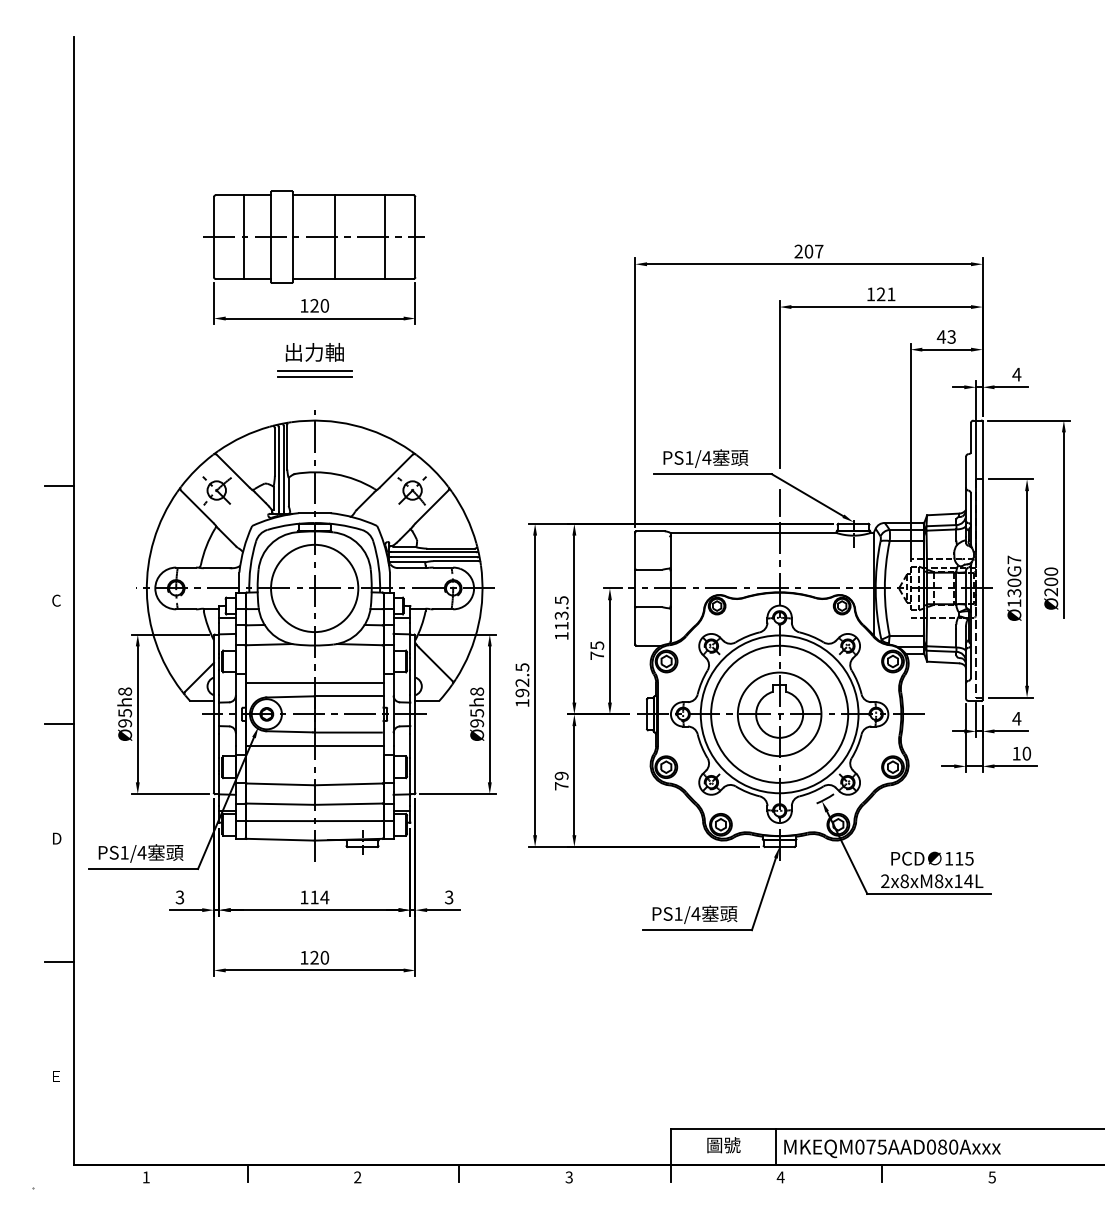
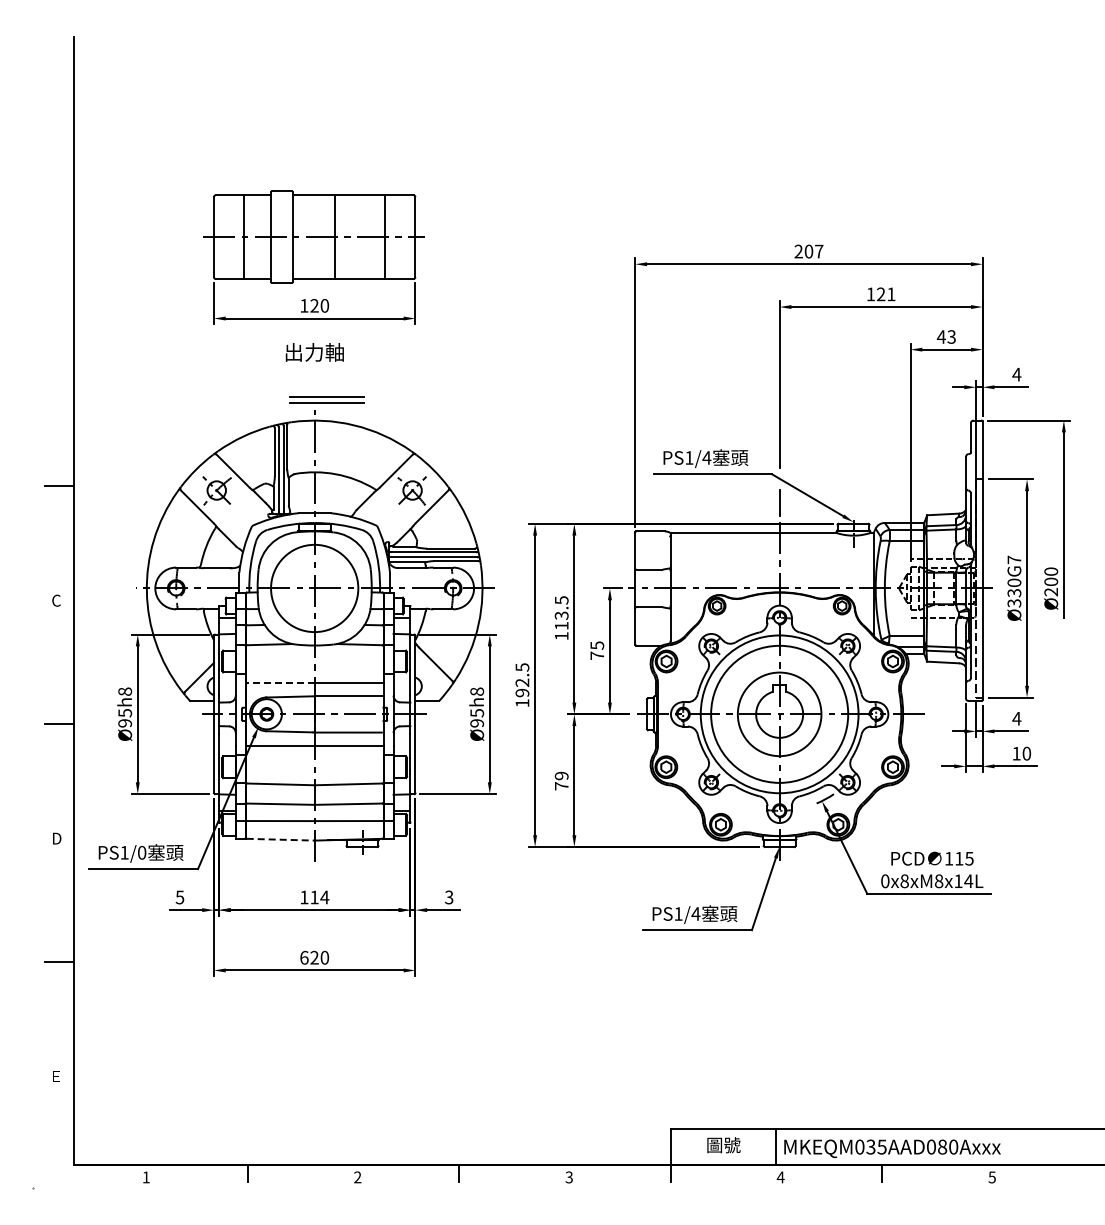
part at (314, 373) position: (314, 373) -> (326, 399)
text at (1014, 603): Ø130G7 -> Ø330G7
line at (280, 682): solid -> dashed
line at (281, 839): solid -> dashed
text at (141, 852): PS1/4 -> PS1/0
text at (885, 881): 2x8xM8x14L -> 0x8xM8x14L
text at (180, 896): 3 -> 5
text at (304, 957): 120 -> 620
text at (870, 1146): MKEQM075AAD080Axxx -> MKEQM035AAD080Axxx
